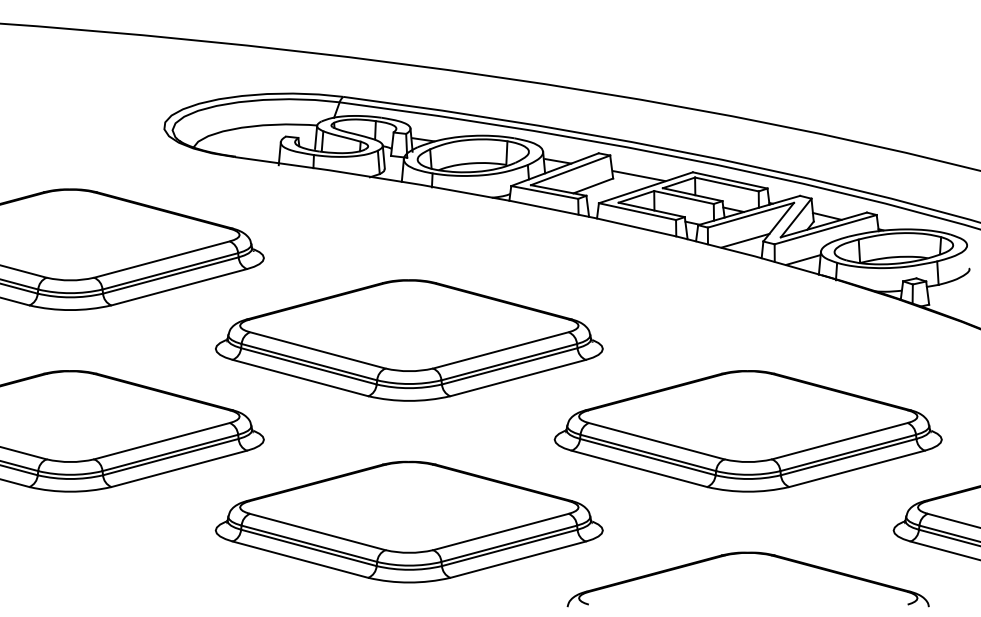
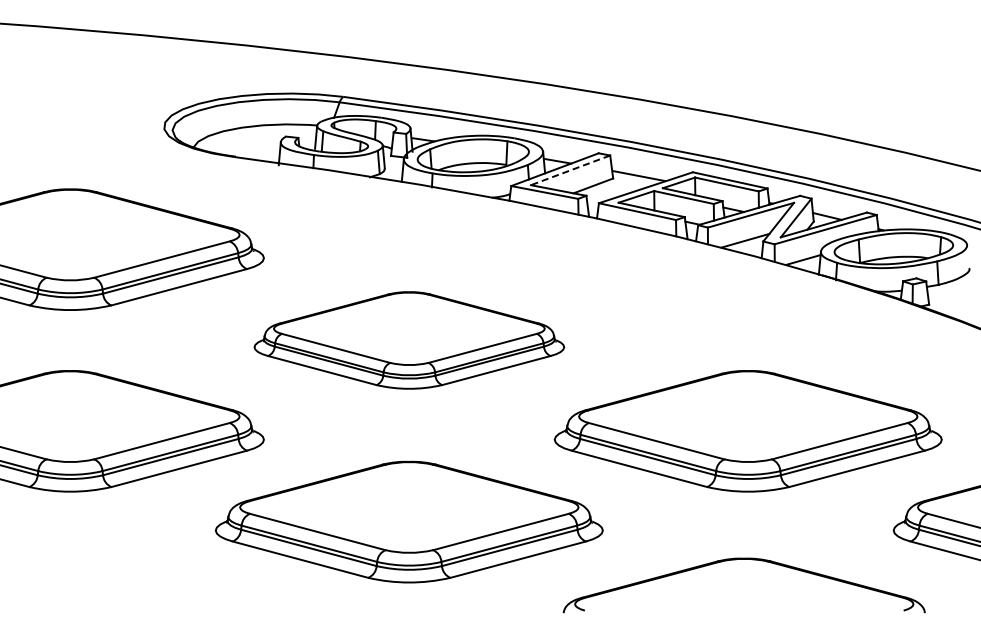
line at (570, 170): solid -> dashed
part at (409, 340) size: 389x123 px -> 313x99 px
part at (740, 554) position: (740, 554) -> (736, 560)
